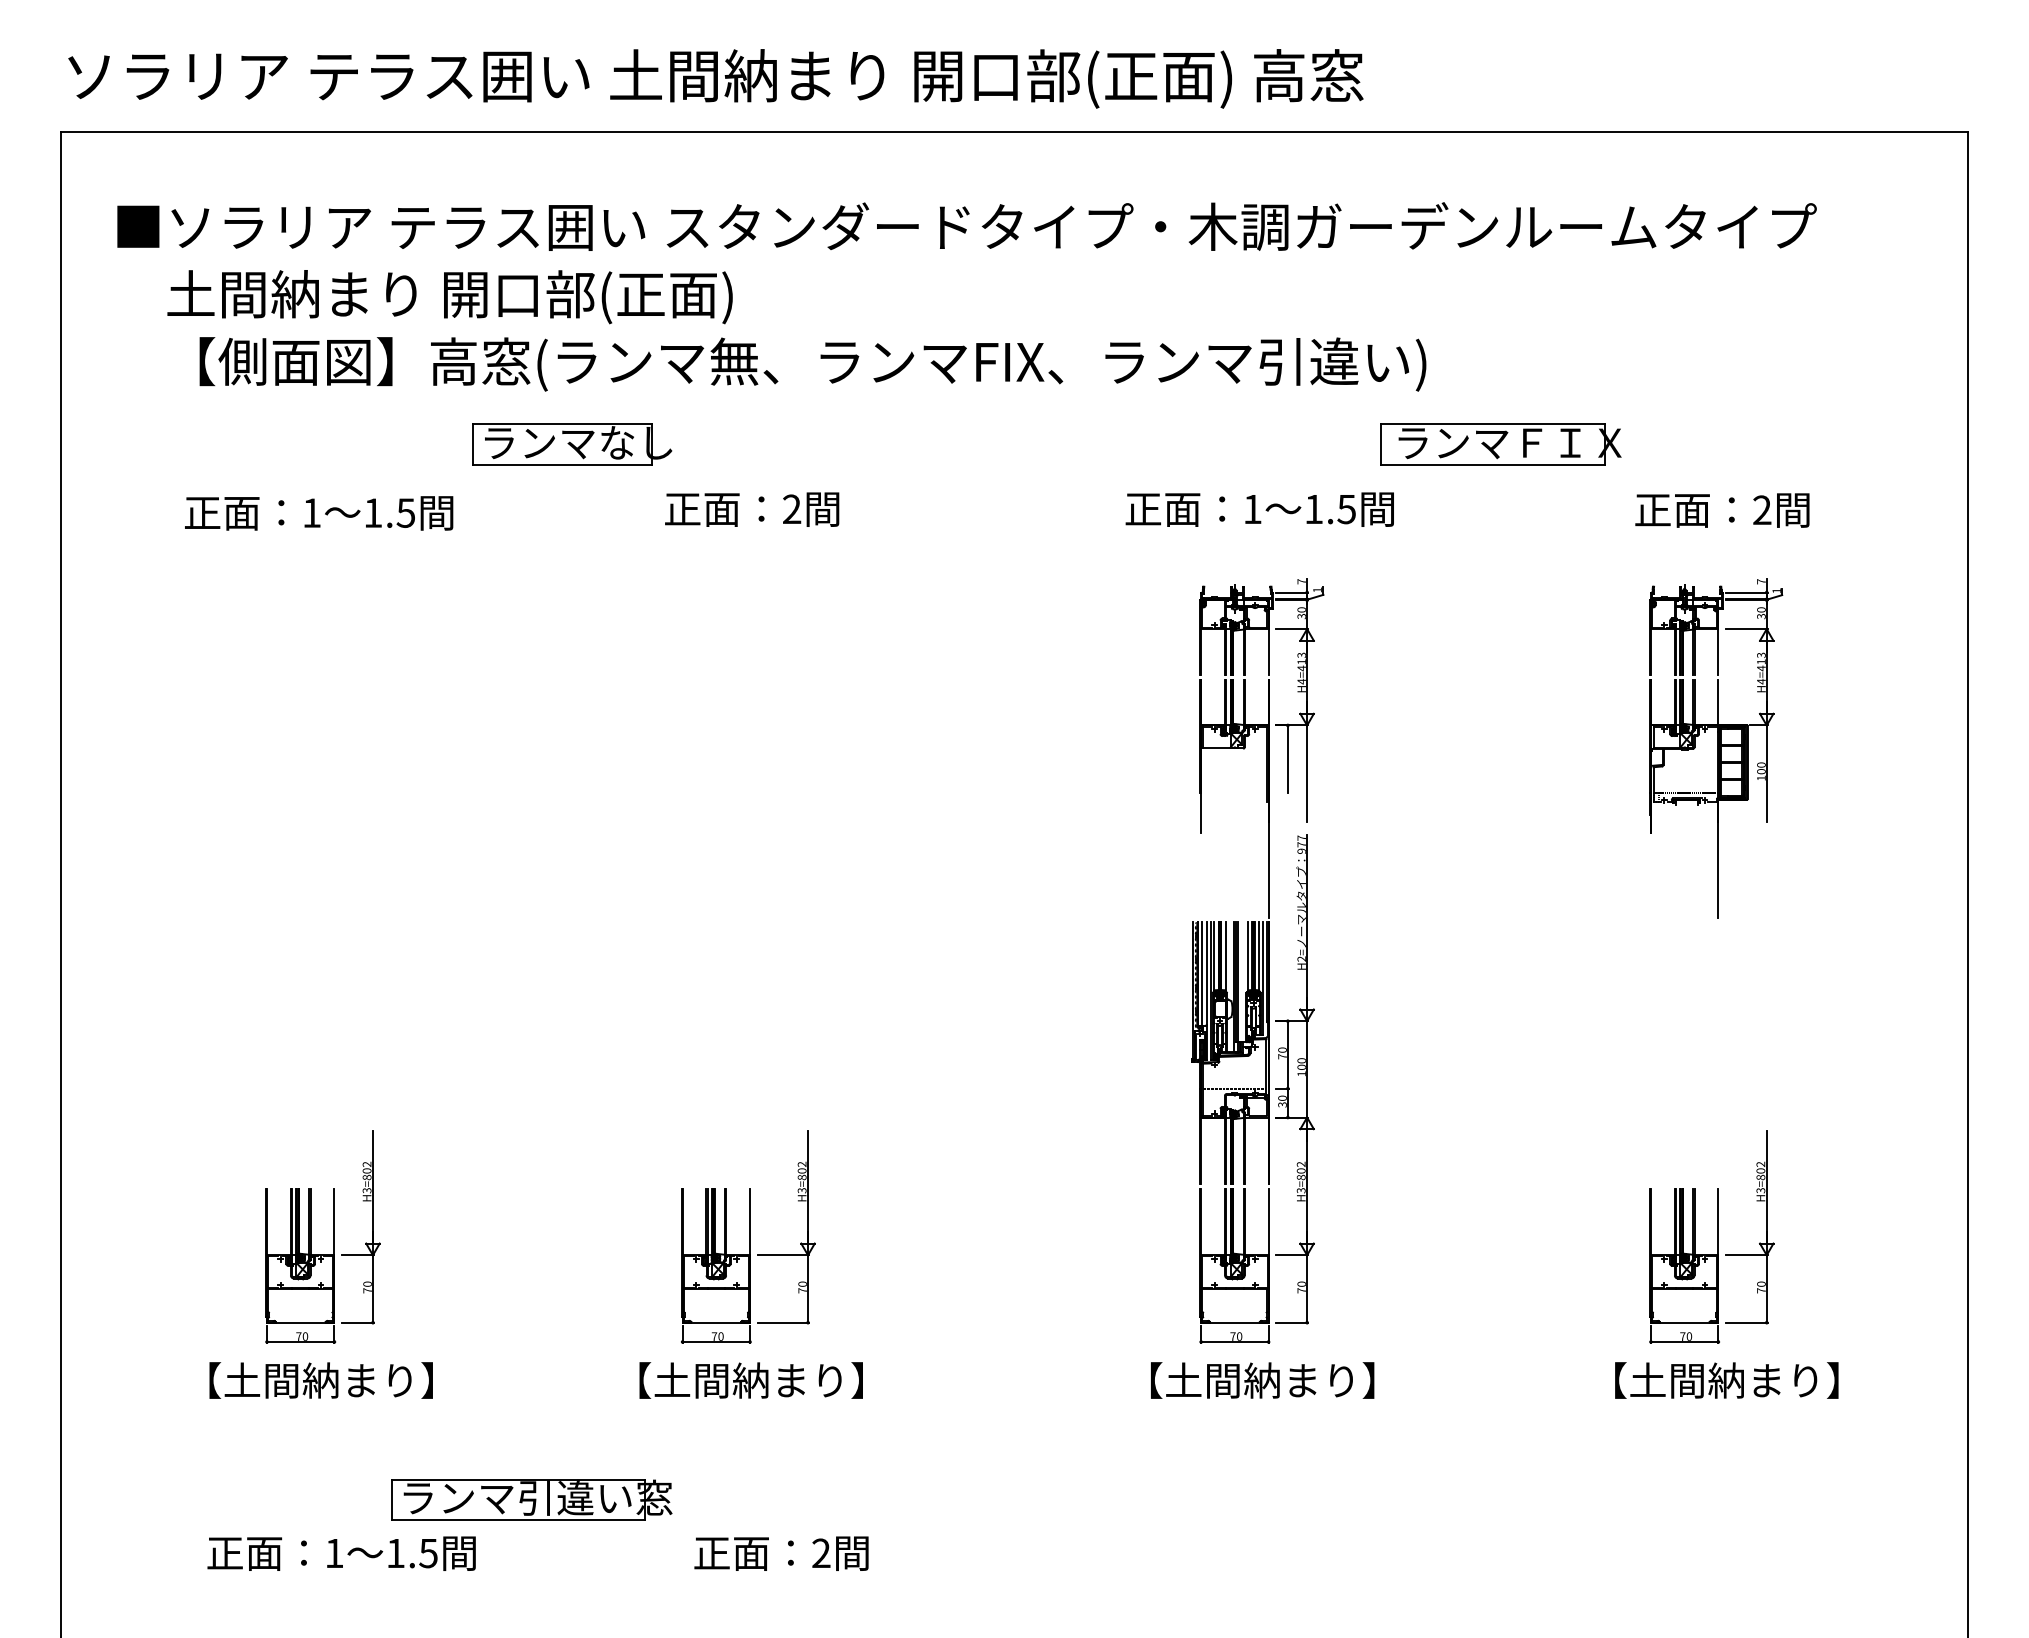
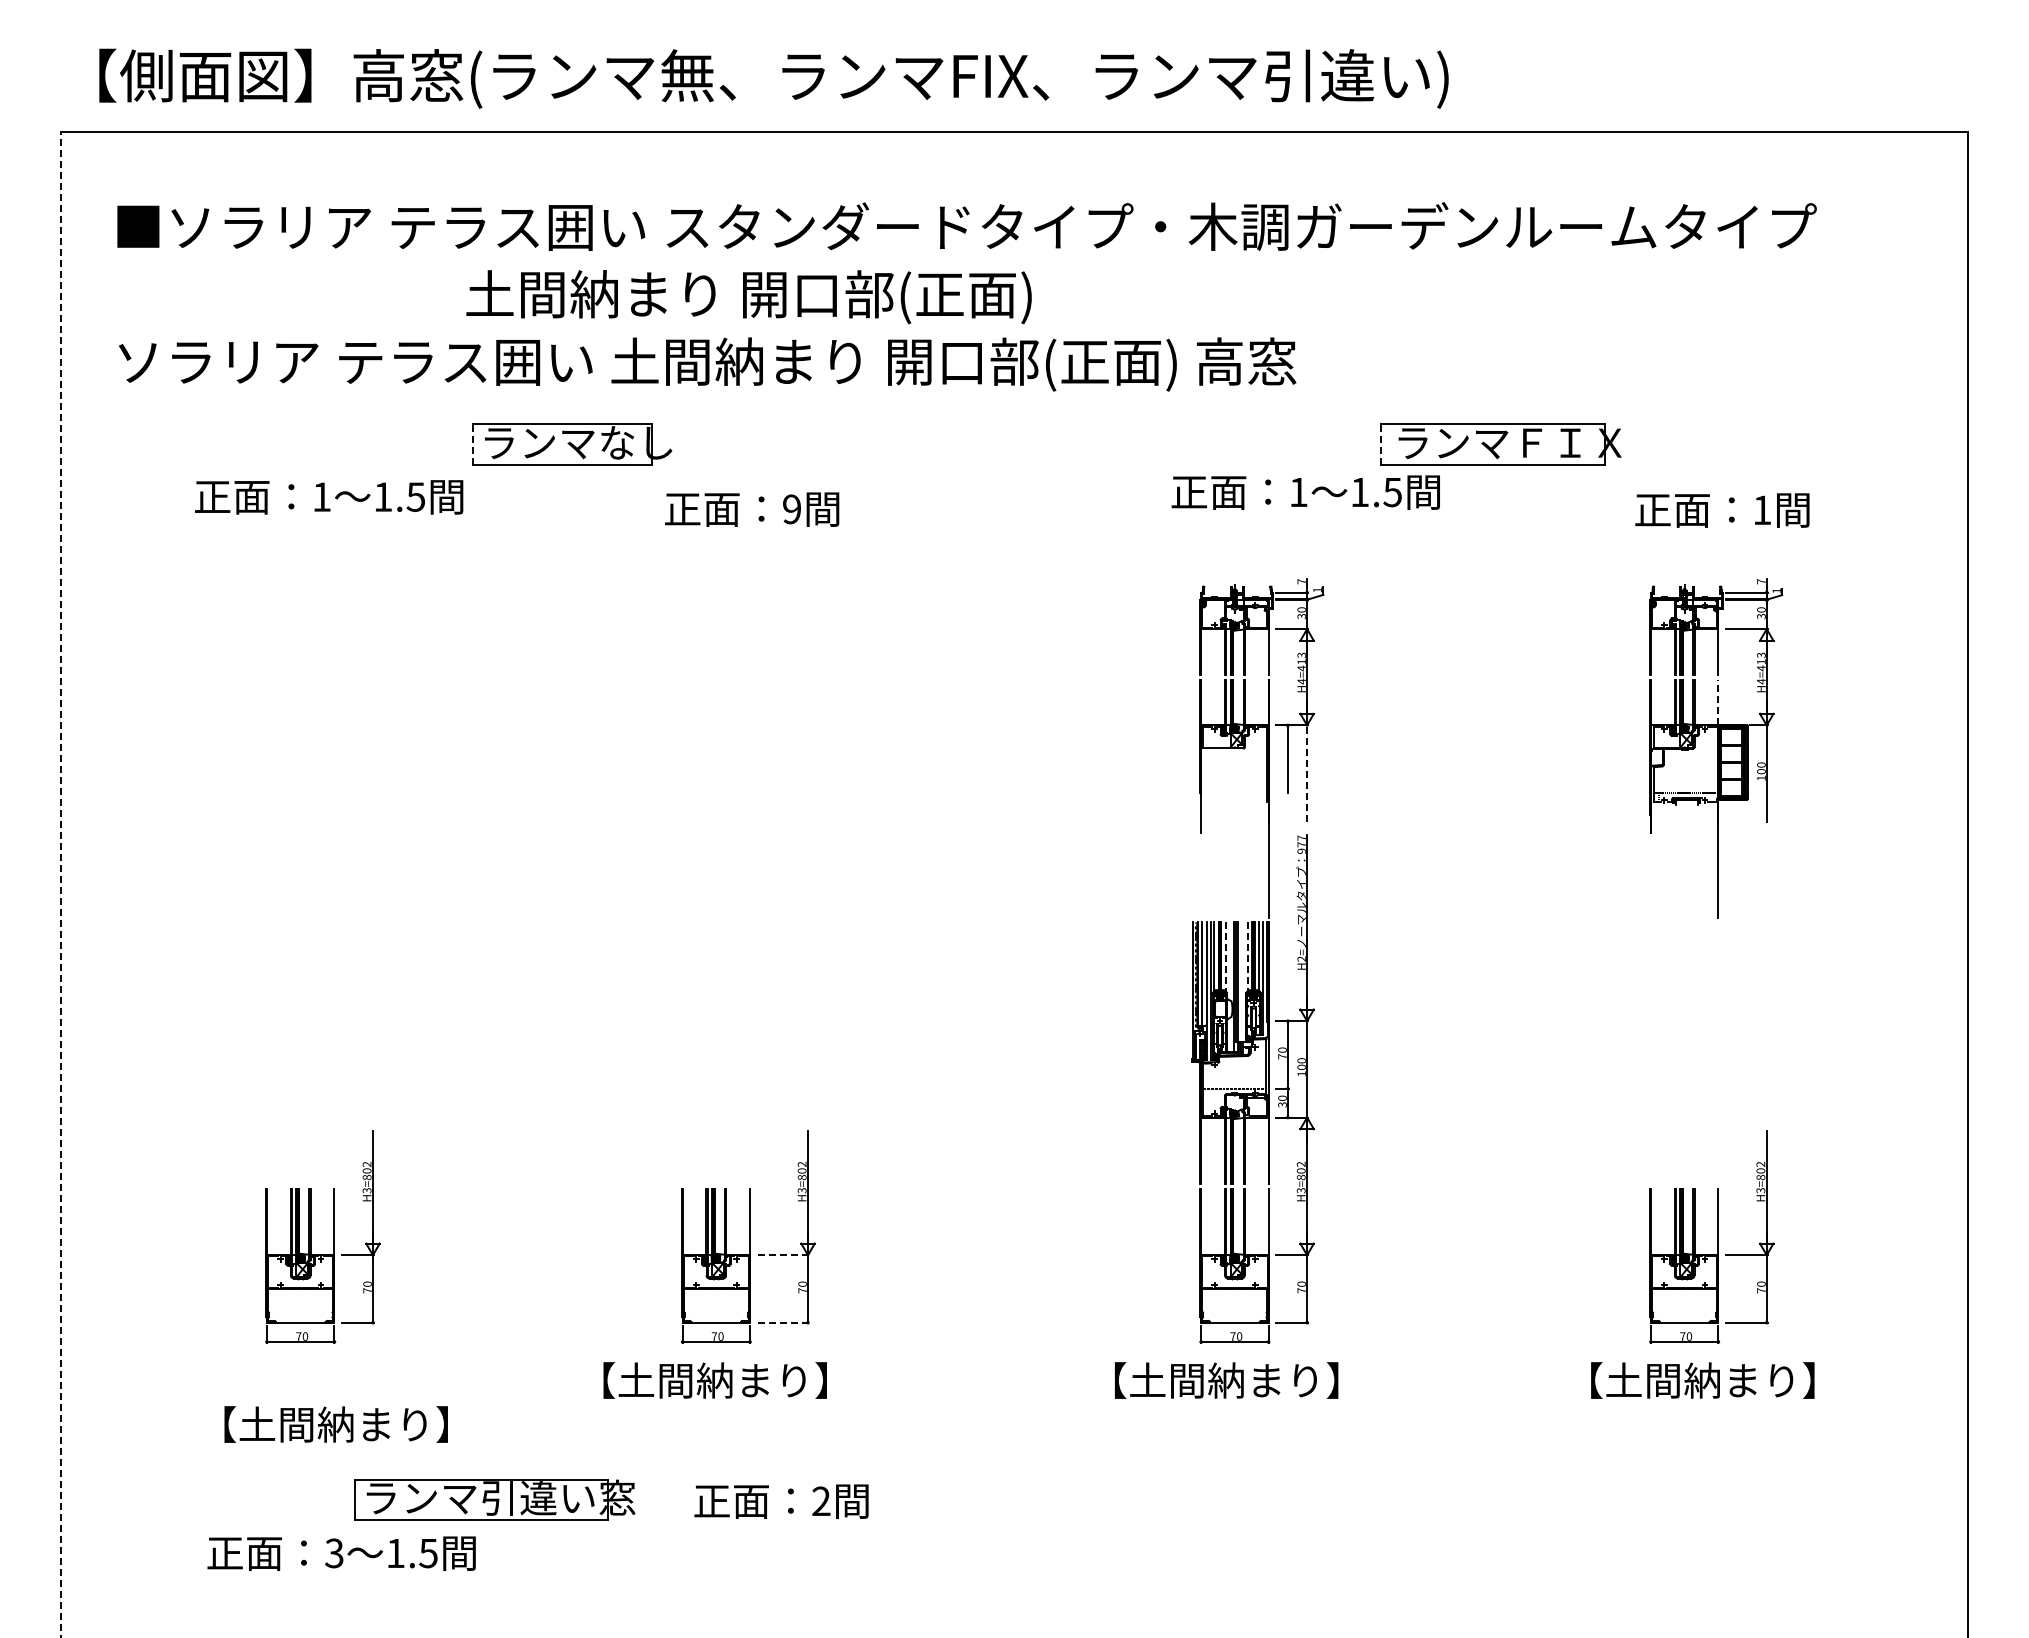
text at (758, 78): ソラリア テラス囲い 土間納まり 開口部(正面) 高窓 -> 【側面図】高窓(ランマ無、ランマFIX、ランマ引違い)
text at (449, 297) position: (449, 297) -> (748, 297)
text at (772, 364): 【側面図】高窓(ランマ無、ランマFIX、ランマ引違い) -> ソラリア テラス囲い 土間納まり 開口部(正面) 高窓
line at (472, 444): solid -> dashed
line at (1381, 444): solid -> dashed
text at (792, 509): 2 -> 9
text at (1259, 509) position: (1259, 509) -> (1305, 492)
text at (1762, 509): 2 -> 1
text at (319, 513) position: (319, 513) -> (329, 497)
line at (1718, 702): solid -> dashed
line at (1307, 773): solid -> dashed
line at (60, 884): solid -> dashed
line at (1225, 957): solid -> dashed
line at (1247, 957): solid -> dashed
line at (783, 1255): solid -> dashed
line at (783, 1322): solid -> dashed
text at (320, 1380) position: (320, 1380) -> (335, 1424)
text at (750, 1380) position: (750, 1380) -> (714, 1380)
text at (1262, 1380) position: (1262, 1380) -> (1226, 1380)
text at (1726, 1380) position: (1726, 1380) -> (1702, 1380)
part at (531, 1499) position: (531, 1499) -> (494, 1499)
text at (334, 1553): 1 -> 3
text at (781, 1553) position: (781, 1553) -> (781, 1501)
